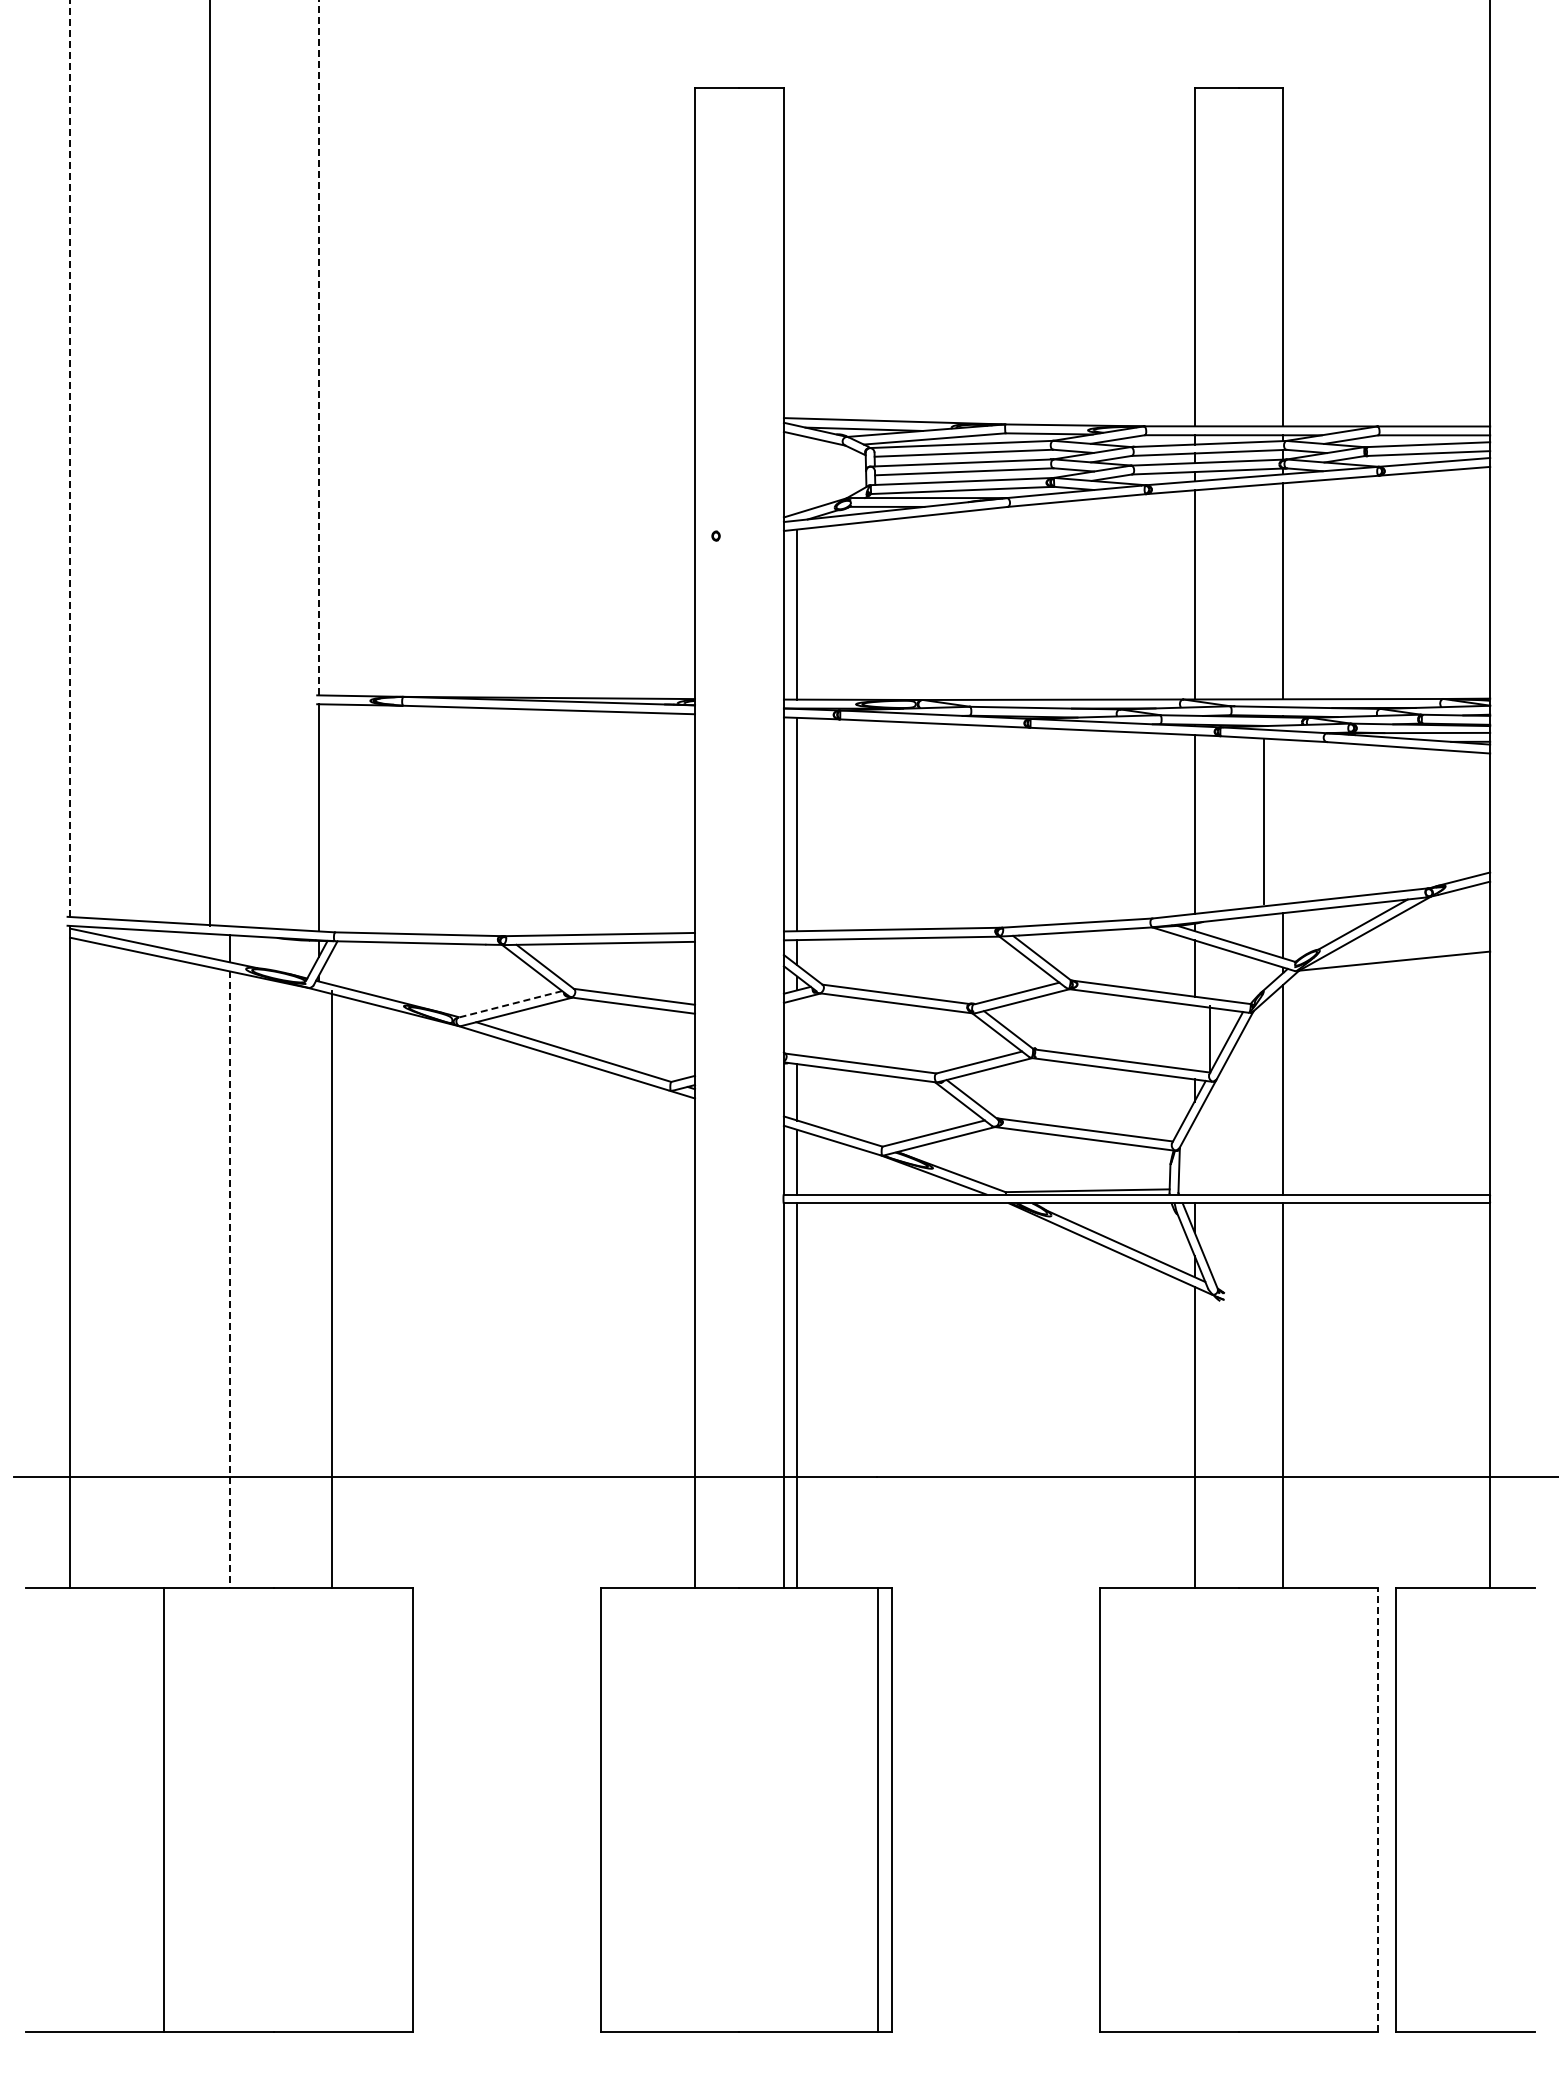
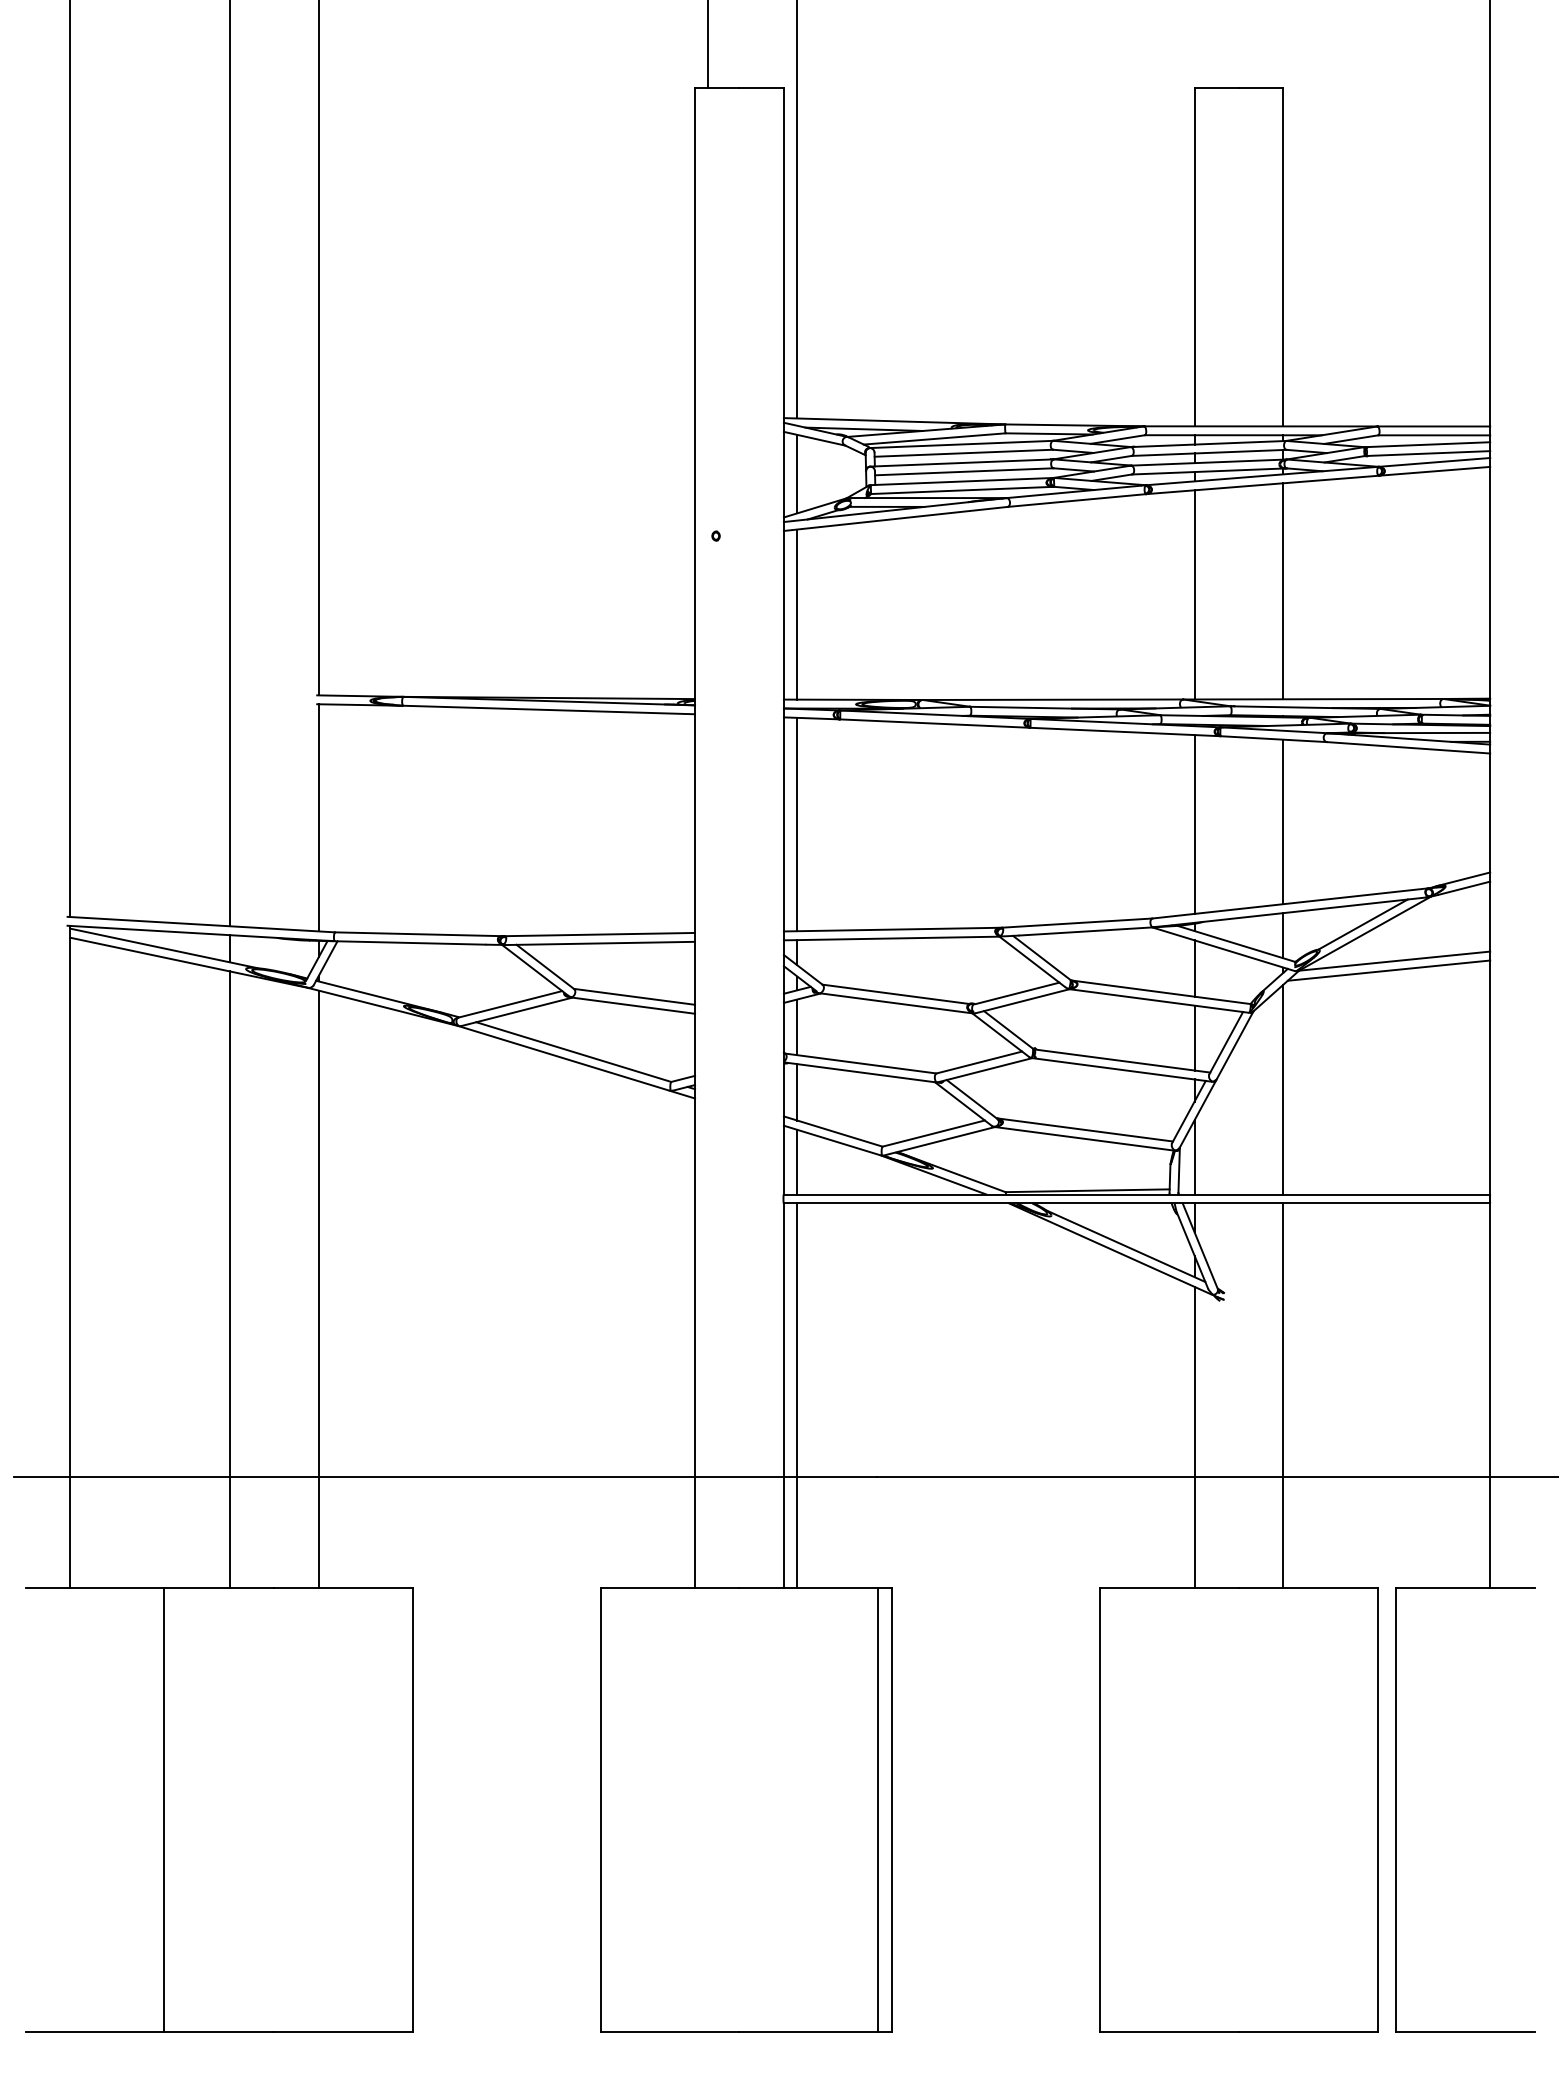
line at (708, 45): none -> present
line at (797, 210): none -> present
line at (318, 347): dashed -> solid
line at (70, 458): dashed -> solid
line at (209, 464) position: (209, 464) -> (229, 464)
line at (797, 473): none -> present
line at (1264, 821) position: (1264, 821) -> (1283, 821)
line at (1388, 970): none -> present
line at (510, 1004): dashed -> solid
line at (797, 1027): none -> present
line at (1209, 1037) position: (1209, 1037) -> (1194, 1037)
line at (1194, 1157): none -> present
line at (229, 1280): dashed -> solid
line at (331, 1288) position: (331, 1288) -> (318, 1288)
line at (1377, 1809): dashed -> solid
